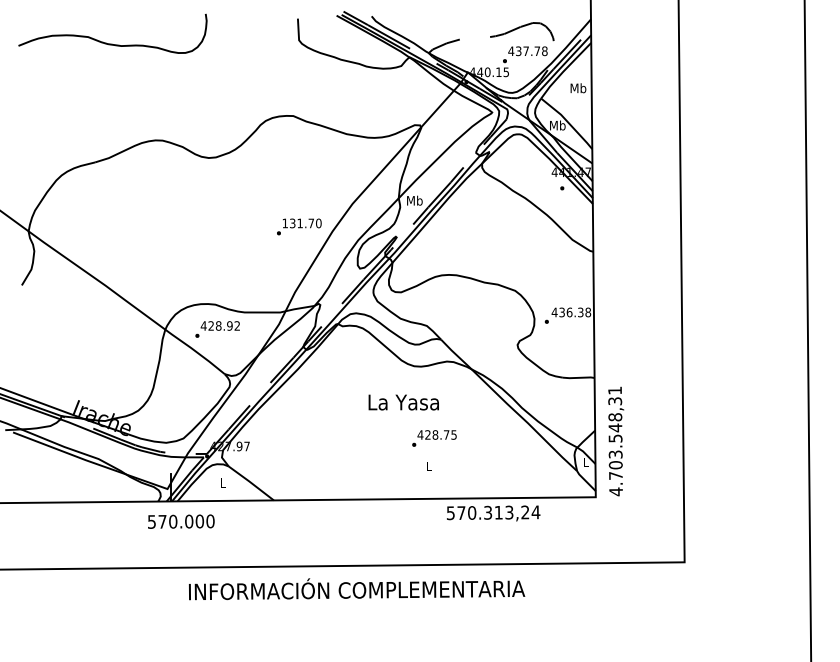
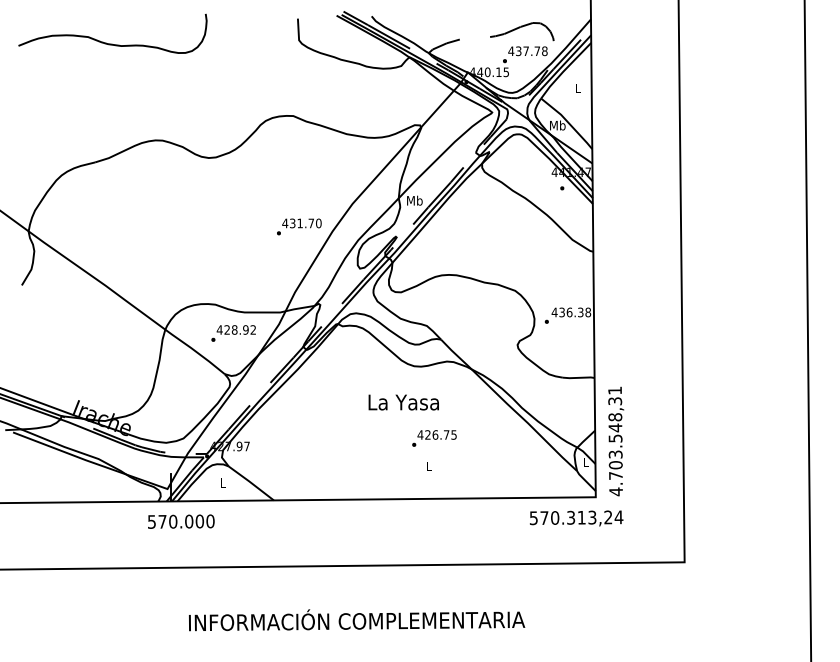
text at (578, 88): Mb -> L
text at (285, 223): 131.70 -> 431.70
text at (217, 329) position: (217, 329) -> (233, 333)
text at (435, 434): 428.75 -> 426.75
text at (493, 513) position: (493, 513) -> (576, 518)
text at (357, 589) position: (357, 589) -> (357, 620)
